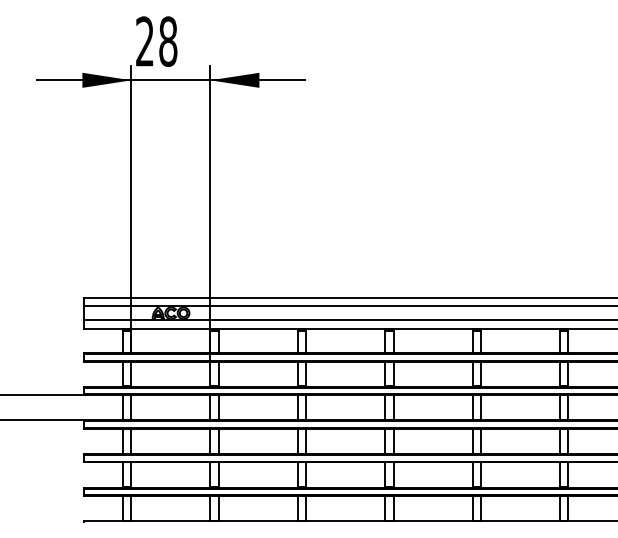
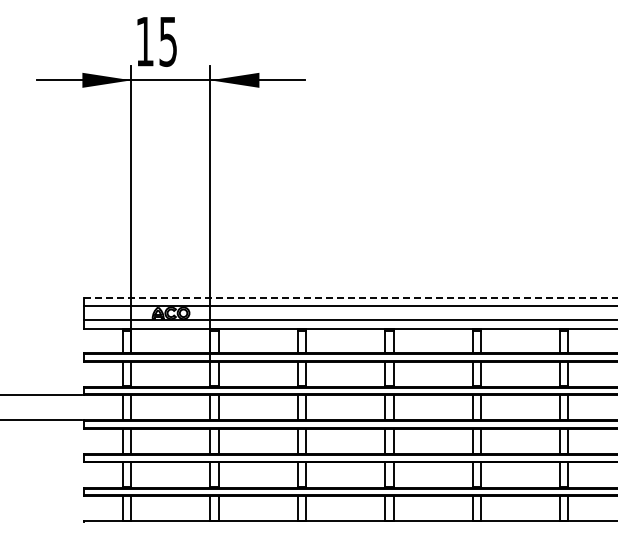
text at (156, 41): 28 -> 15
line at (350, 297): solid -> dashed
